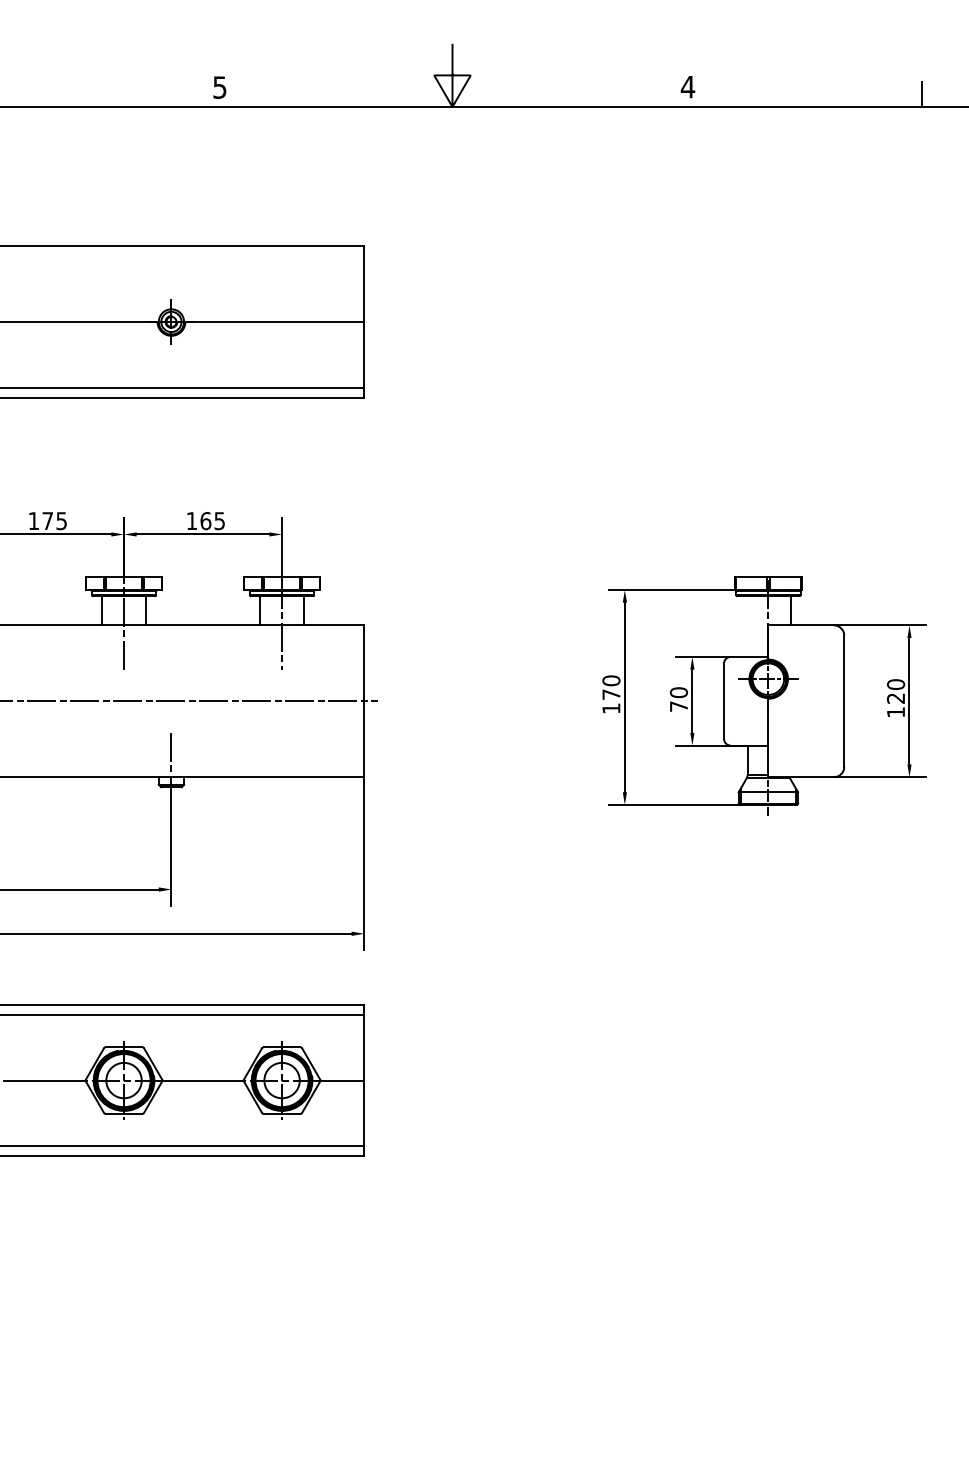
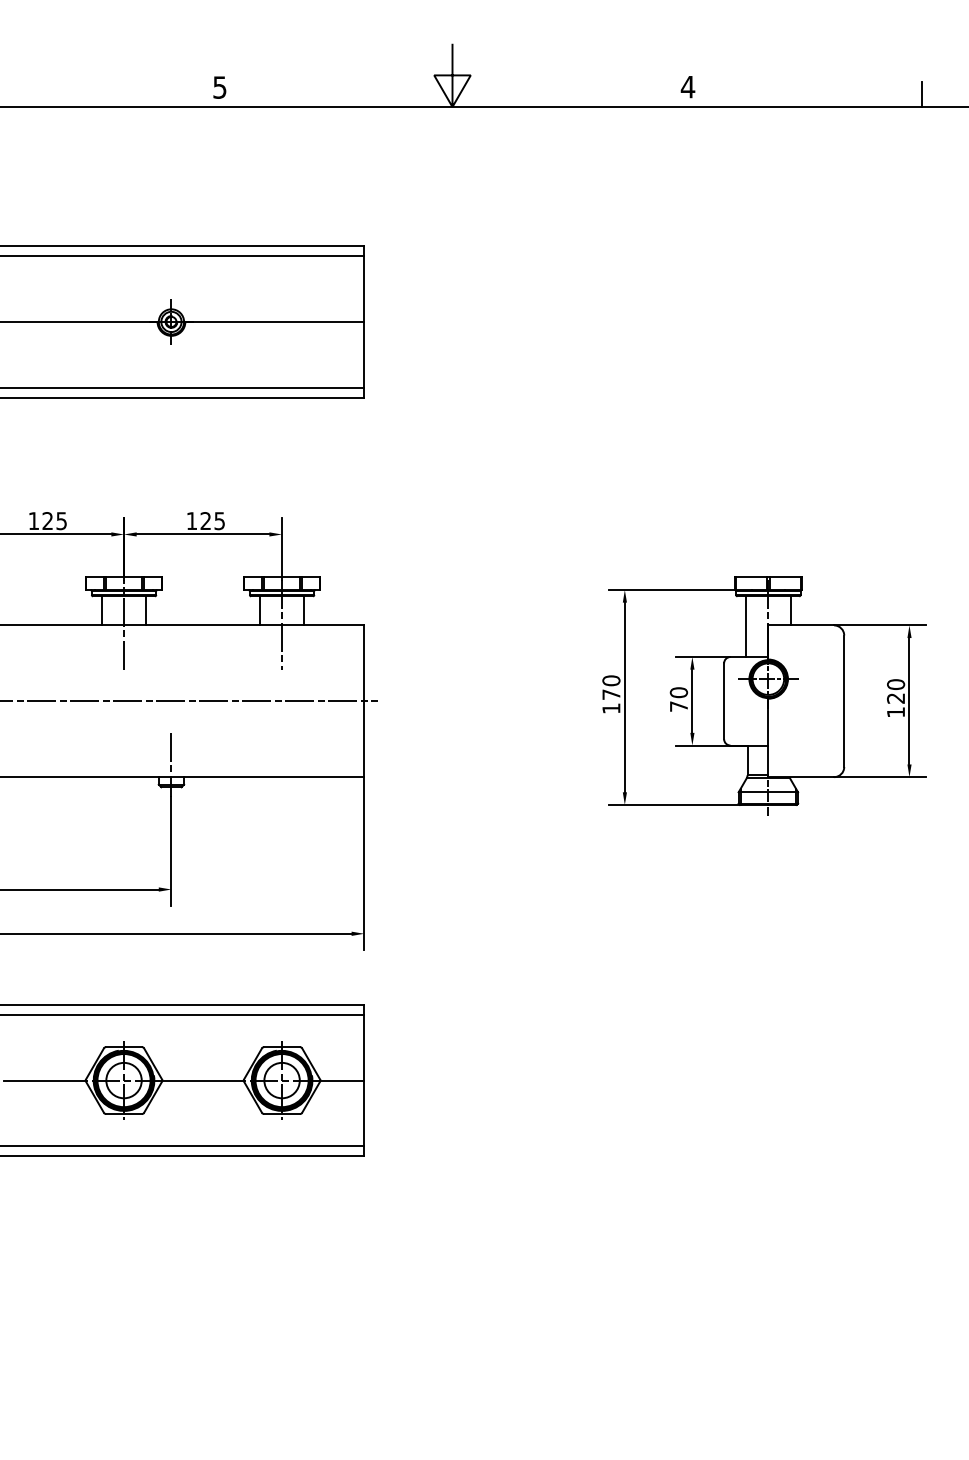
line at (183, 256): none -> present
text at (47, 520): 175 -> 125
text at (205, 521): 165 -> 125
line at (746, 626): none -> present
